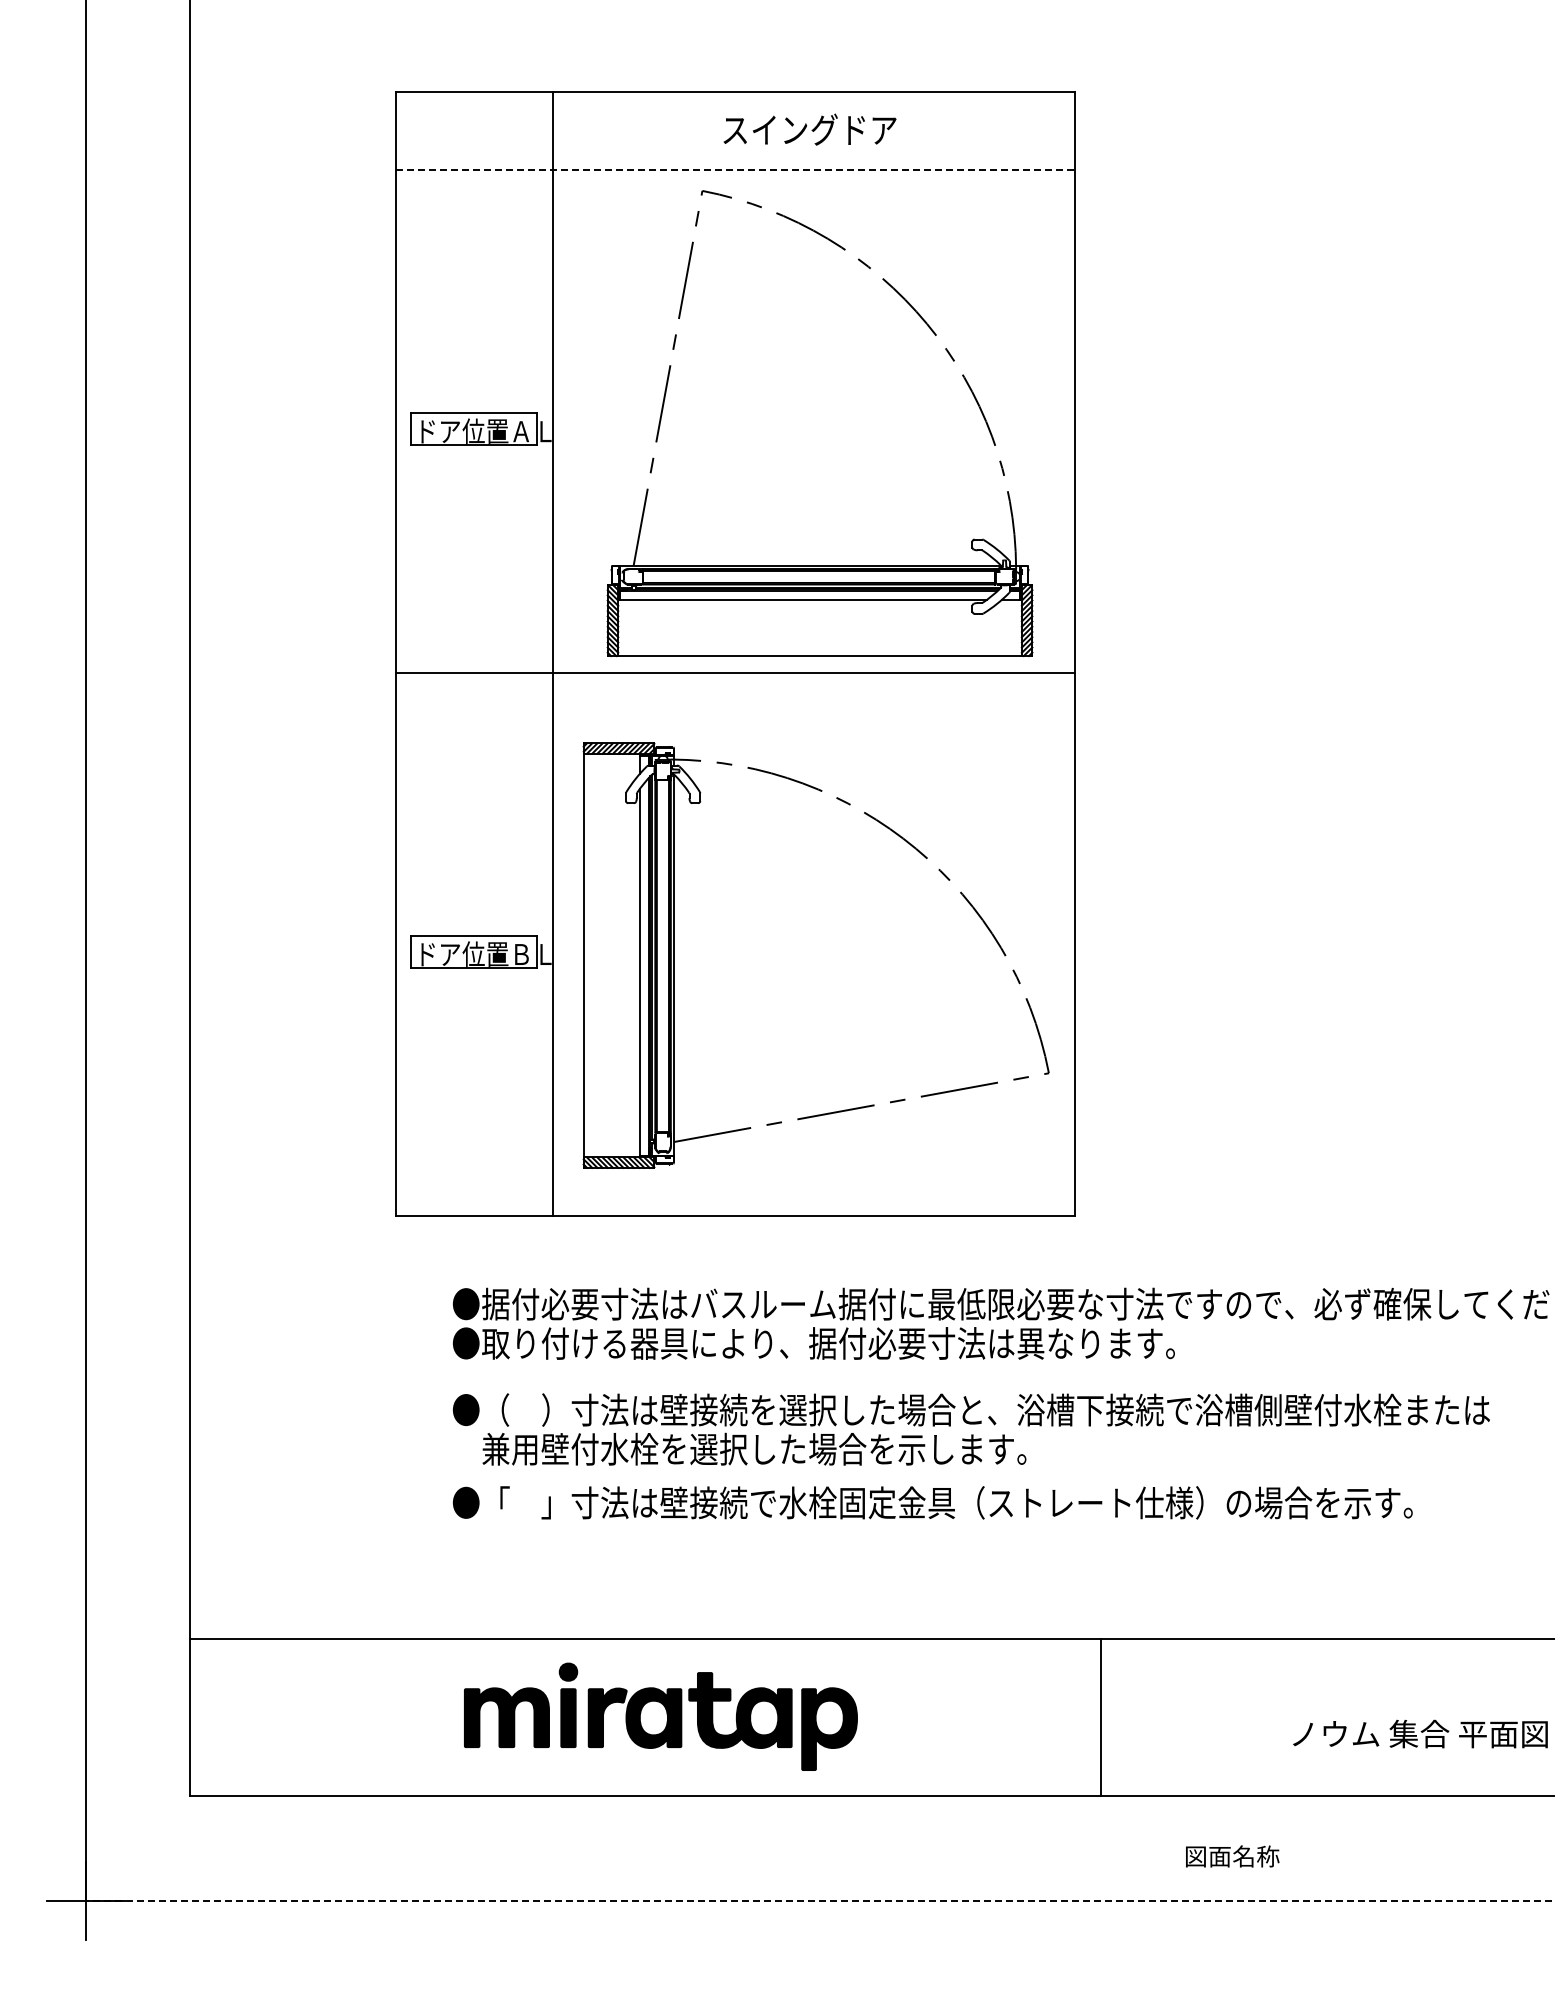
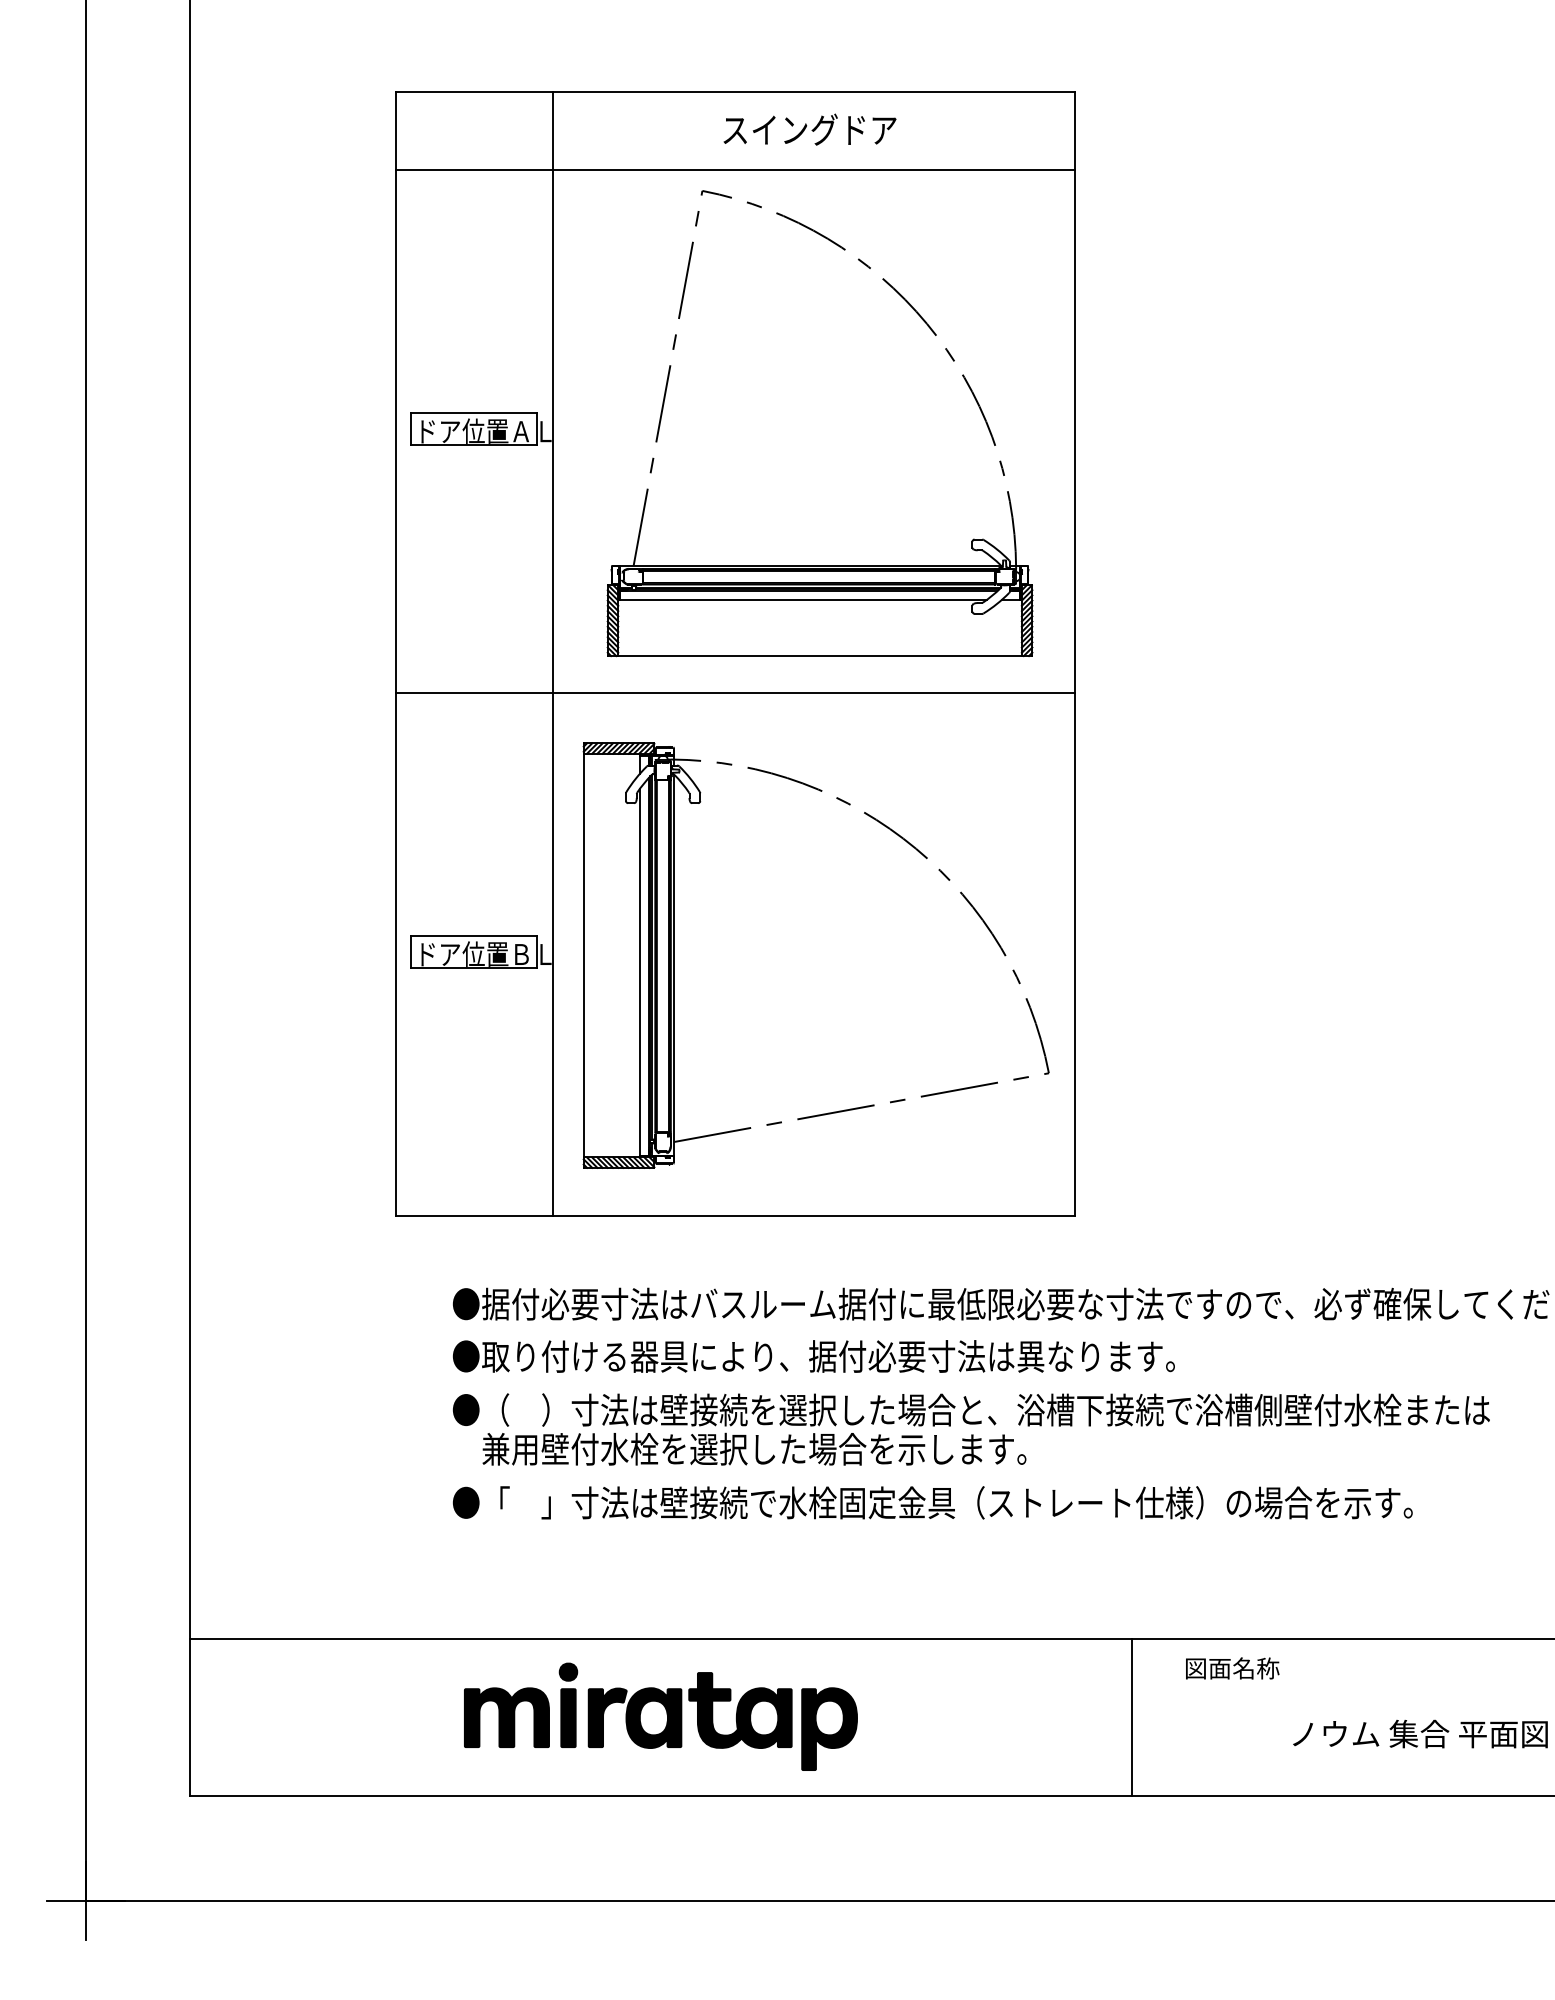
line at (735, 170): dashed -> solid
line at (735, 673) position: (735, 673) -> (735, 693)
text at (813, 1343) position: (813, 1343) -> (813, 1356)
line at (1100, 1717) position: (1100, 1717) -> (1131, 1717)
text at (1232, 1856) position: (1232, 1856) -> (1232, 1668)
line at (819, 1900): dashed -> solid
